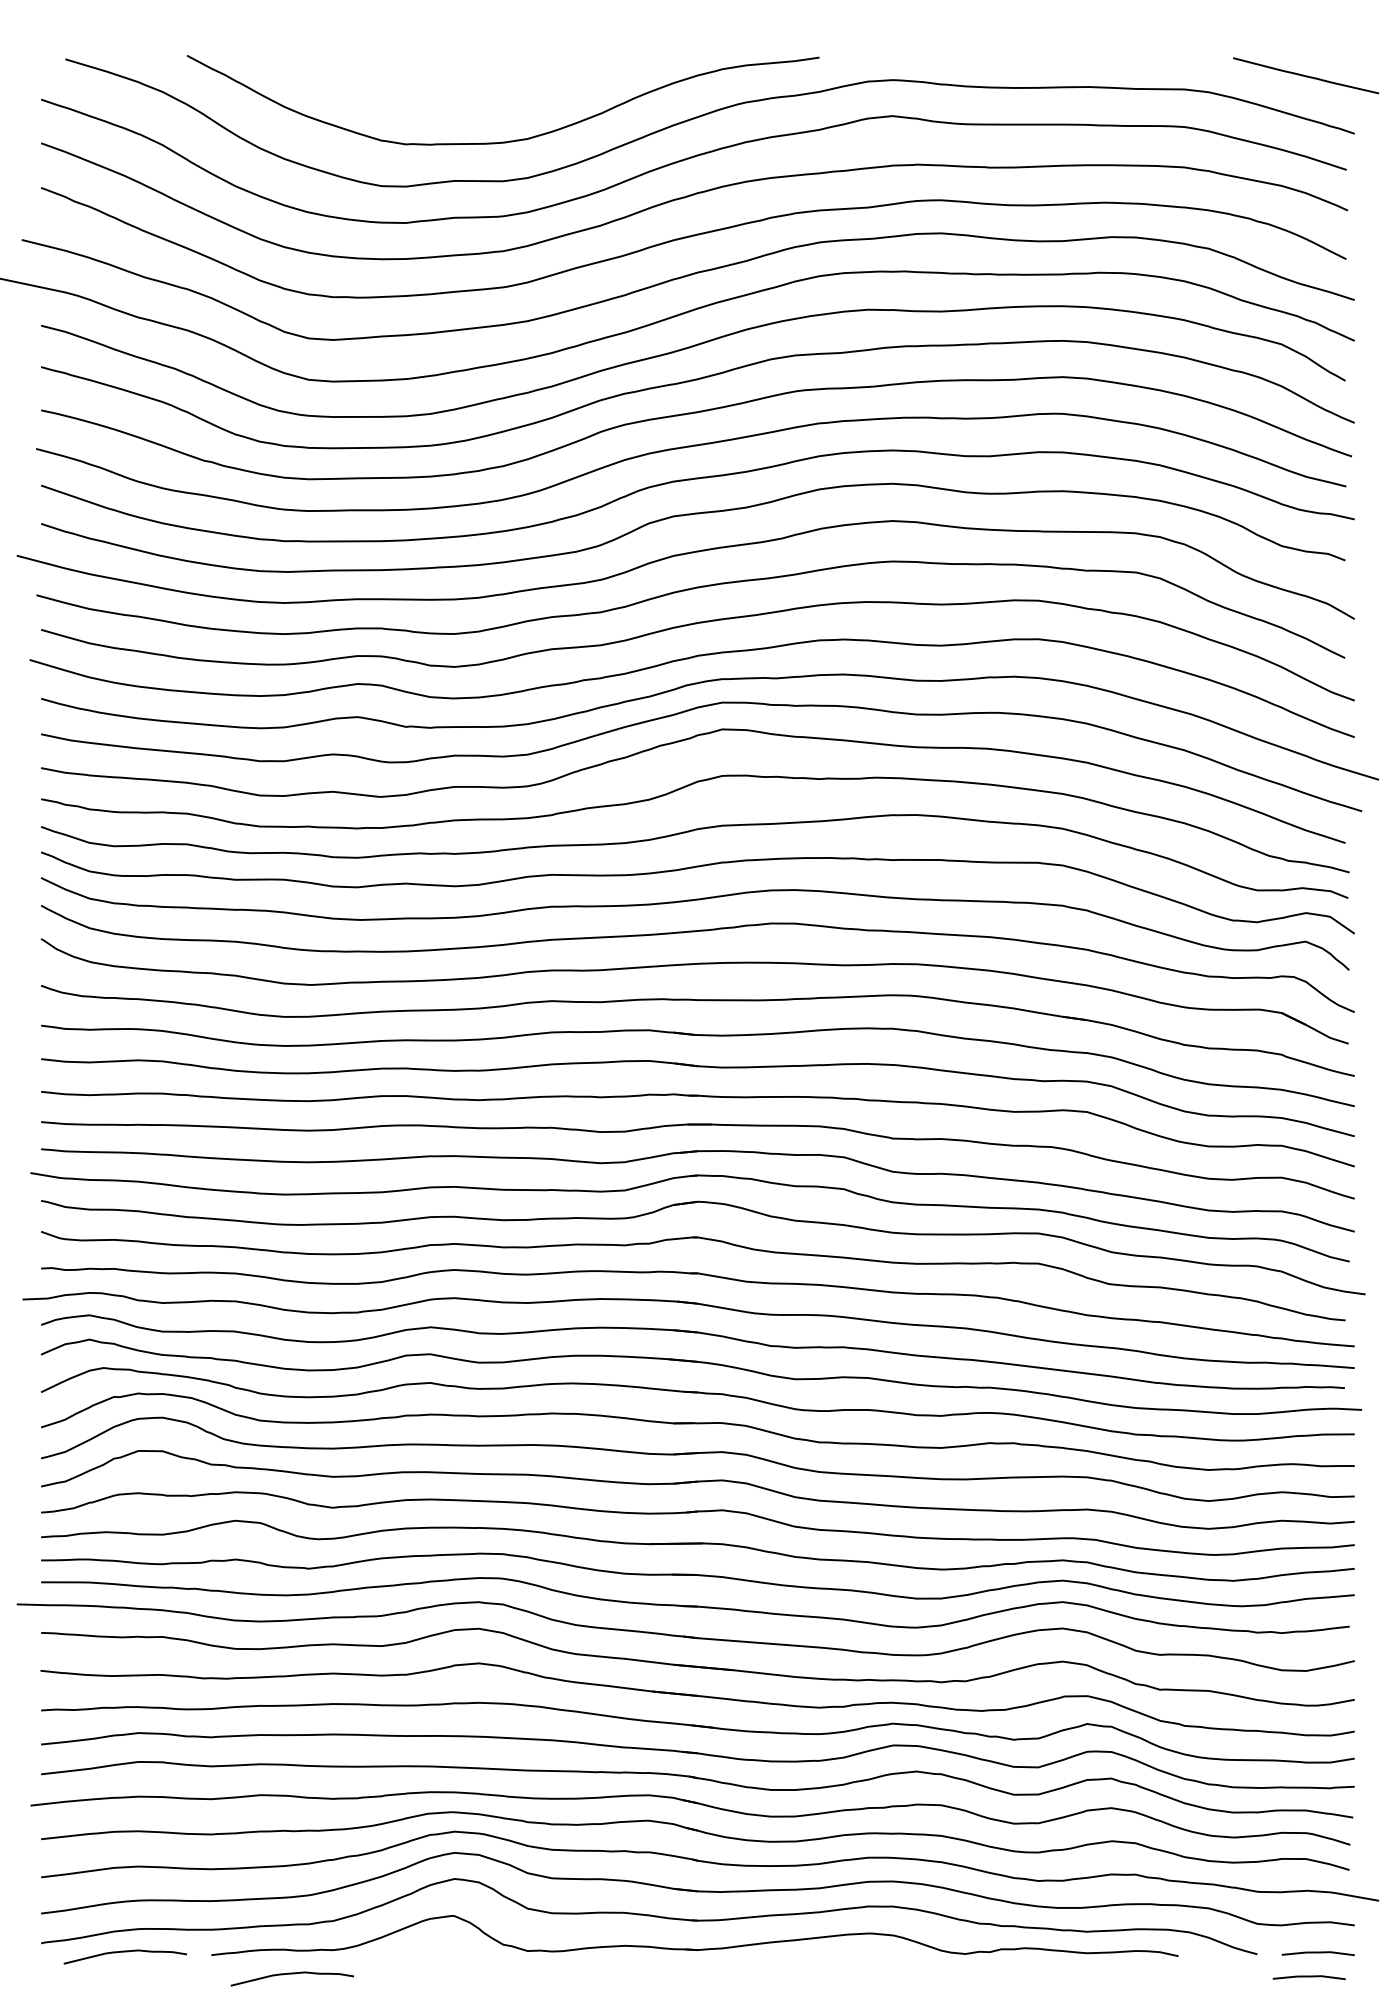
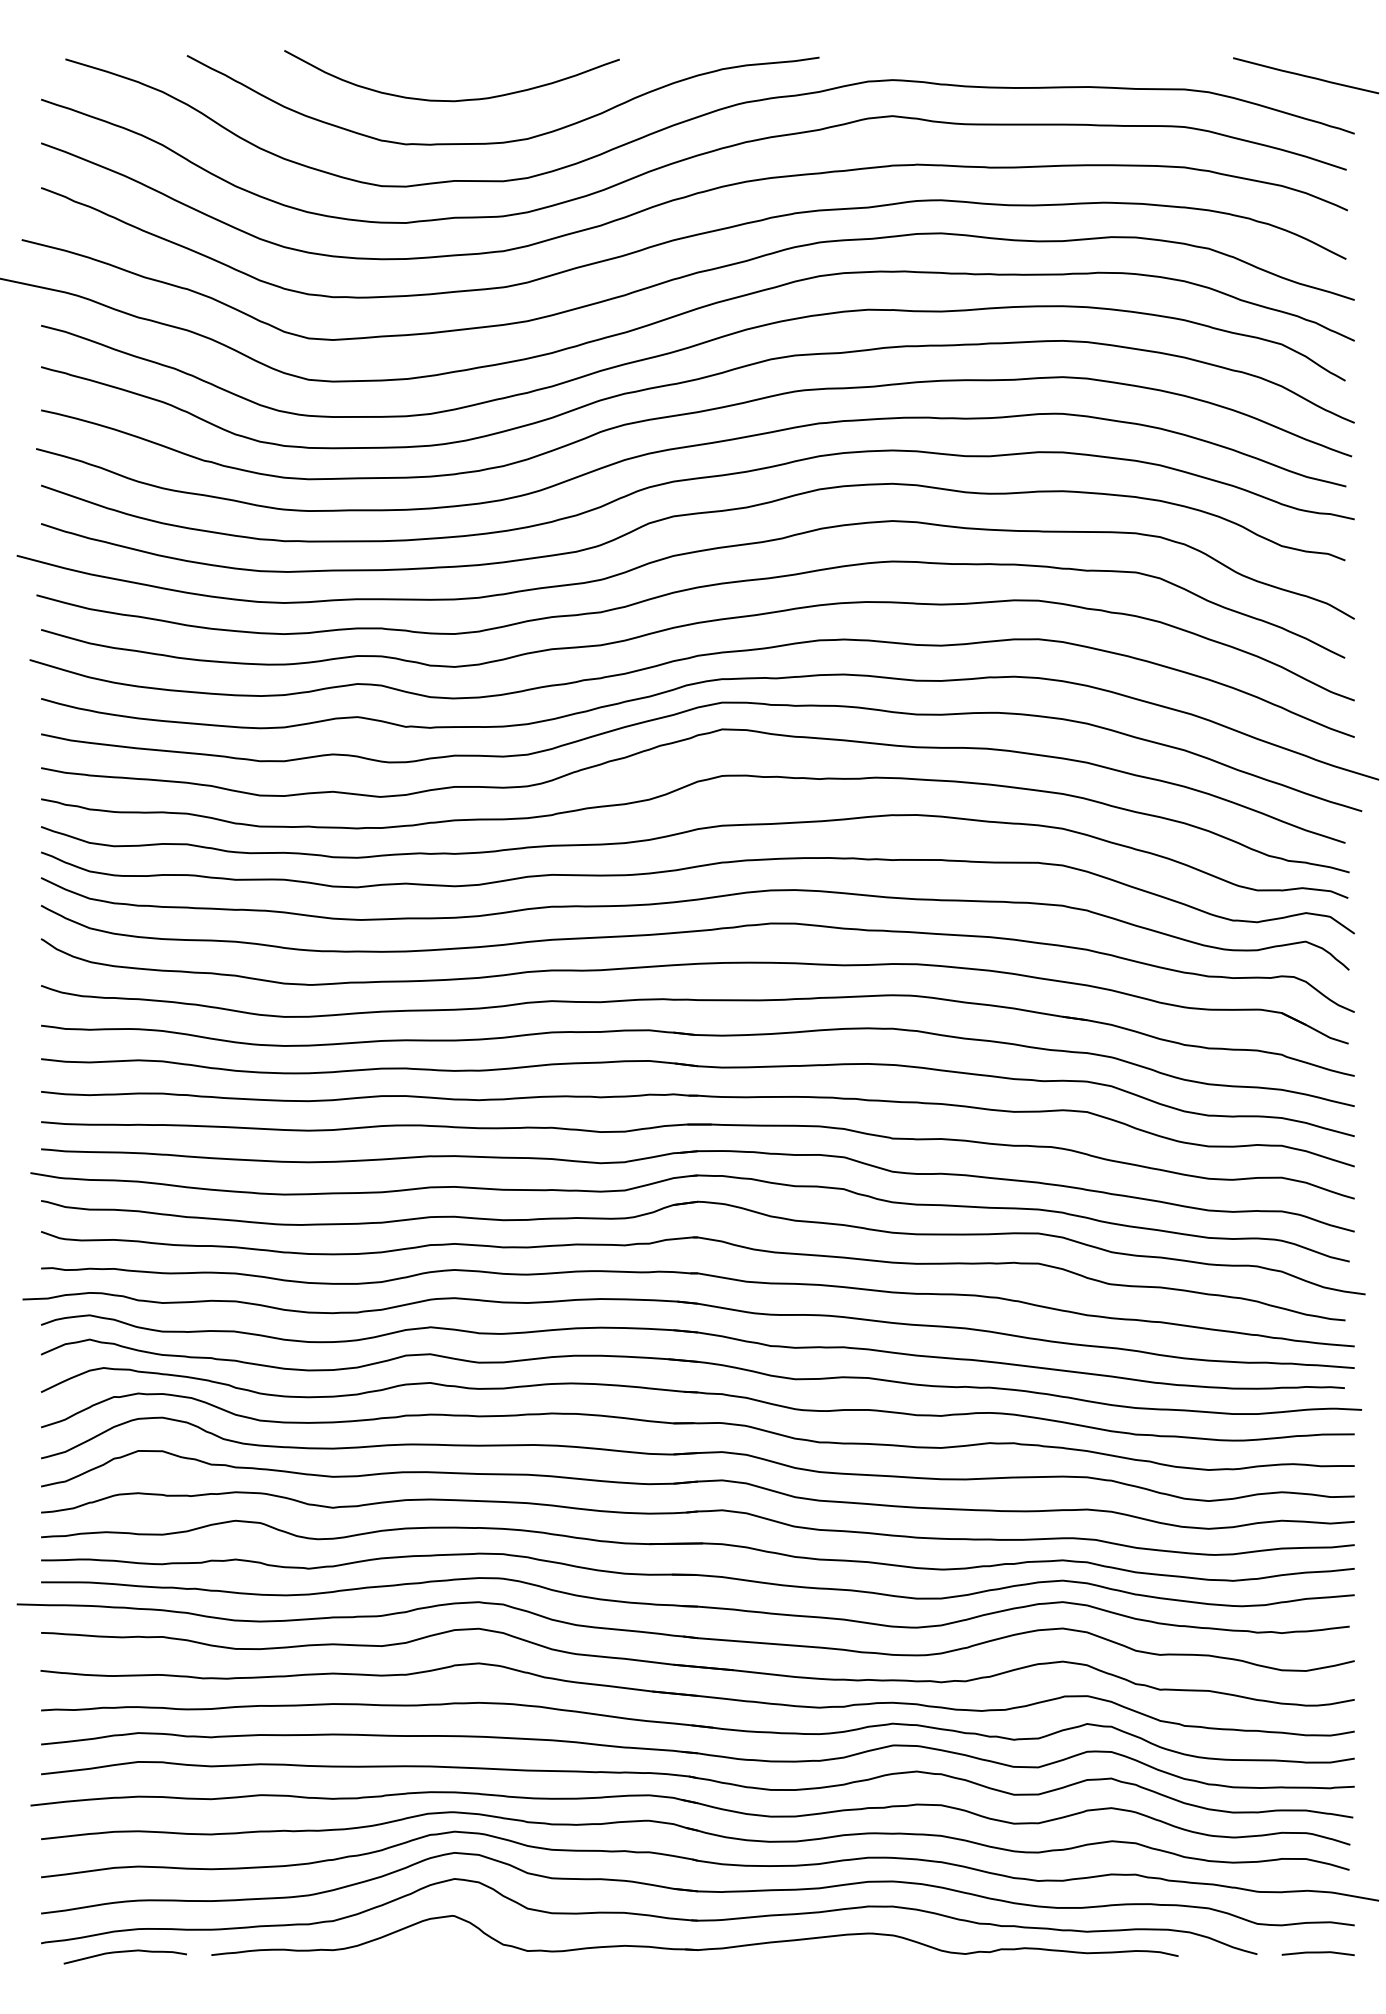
curve at (451, 100): none -> present
curve at (291, 1974): present -> none
line at (1308, 1977): present -> none
